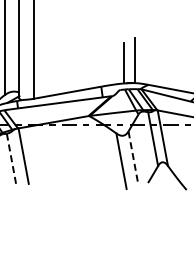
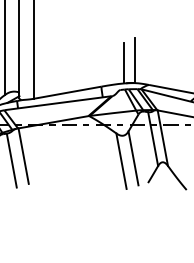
line at (133, 158): dashed -> solid
line at (11, 161): dashed -> solid
